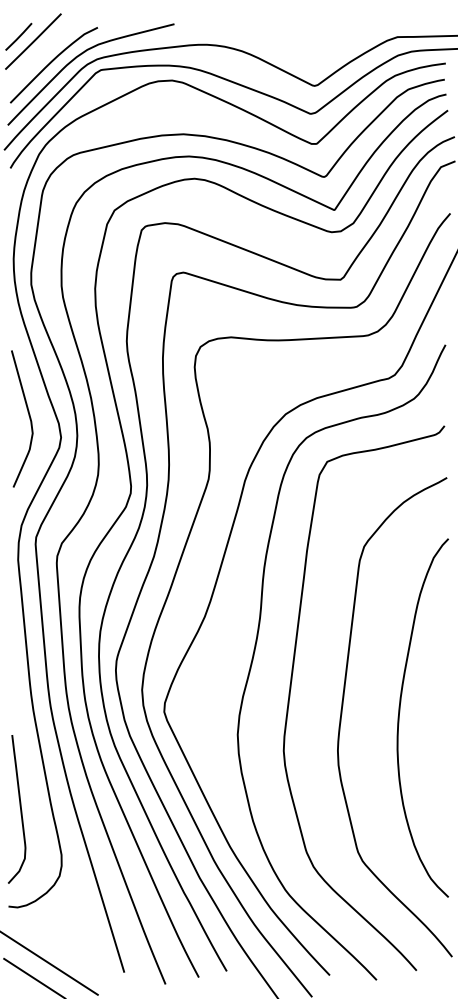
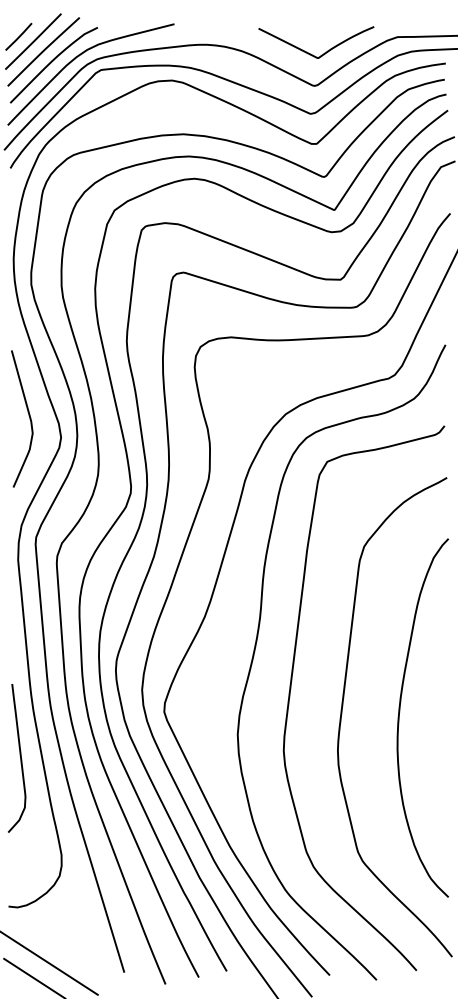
curve at (43, 51): none -> present
curve at (310, 53): none -> present
curve at (20, 809) position: (20, 809) -> (20, 758)
